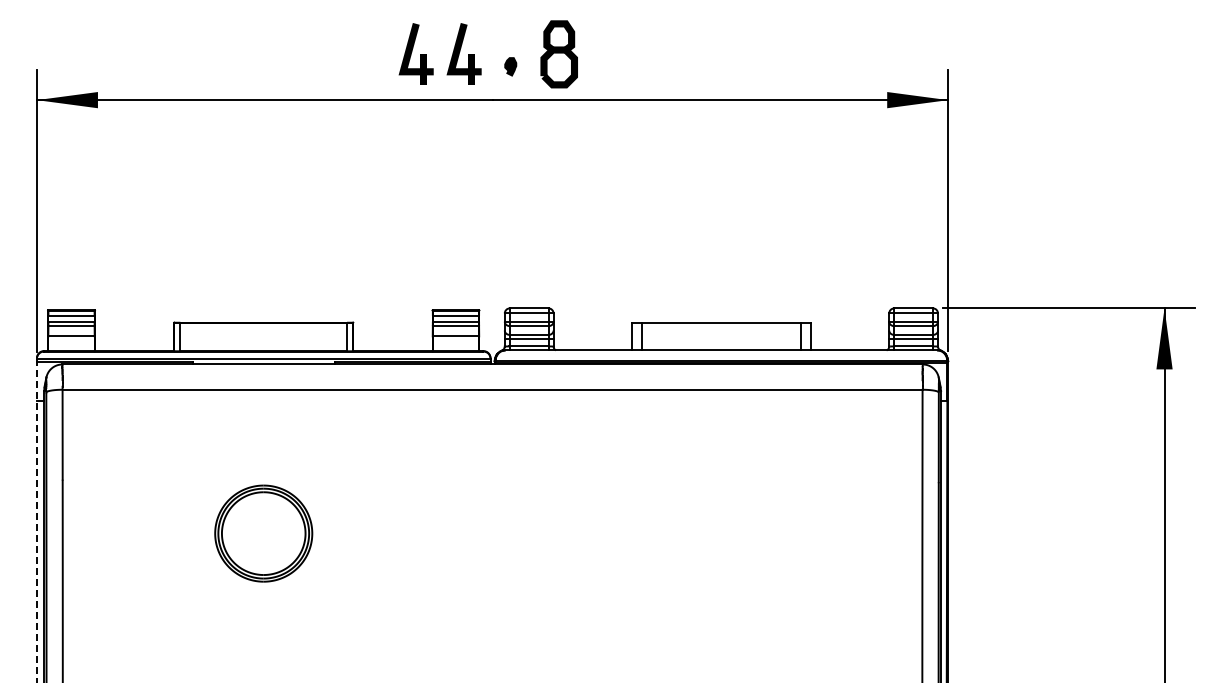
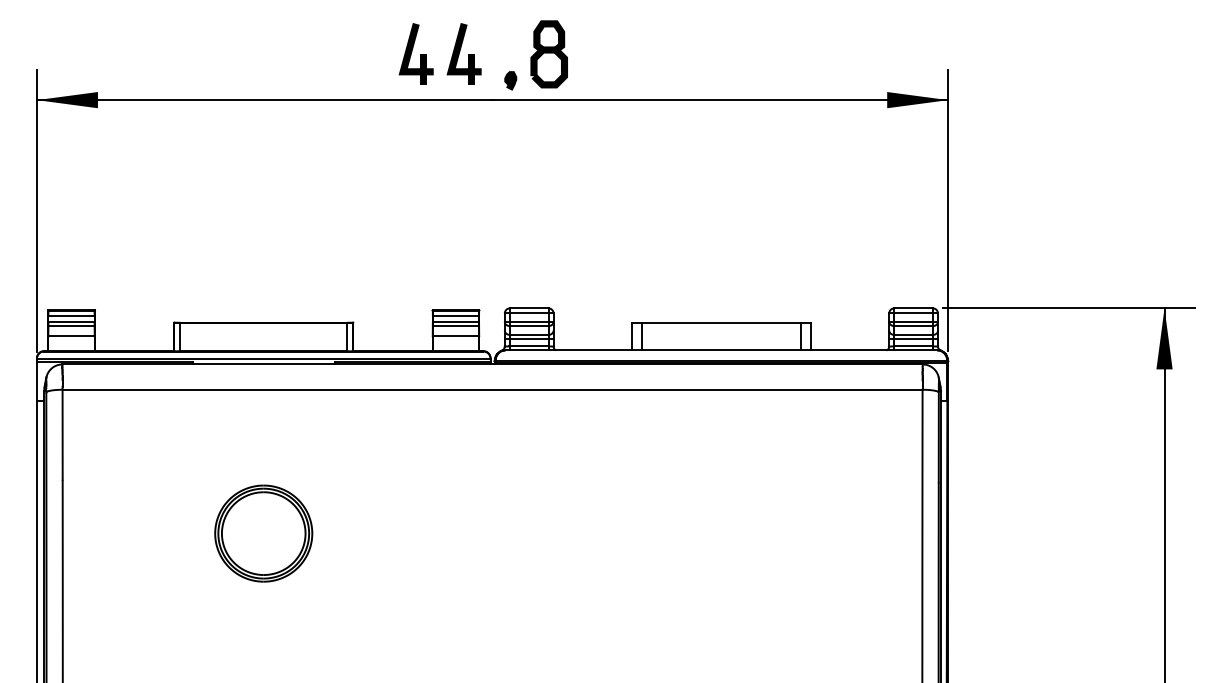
part at (558, 54) position: (558, 54) -> (548, 54)
part at (510, 66) position: (510, 66) -> (510, 80)
line at (36, 520): dashed -> solid
